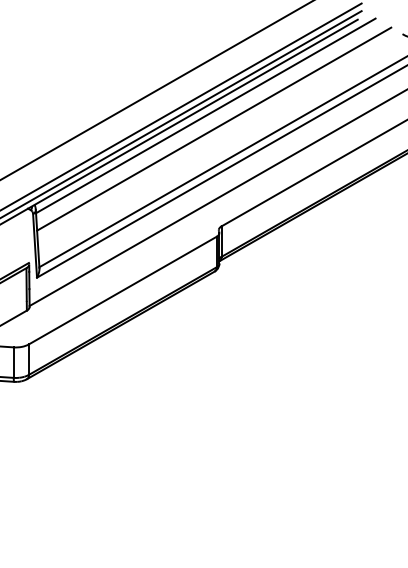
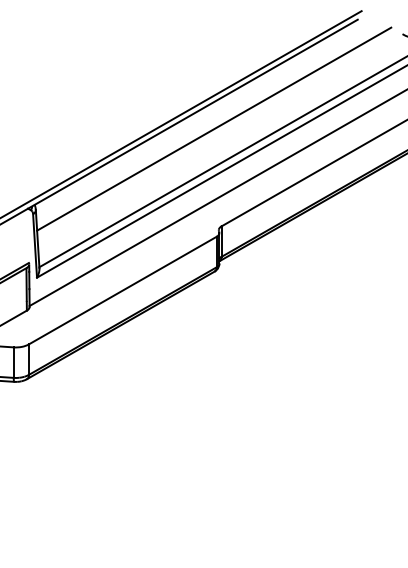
line at (156, 90): present -> none
line at (181, 106): present -> none
line at (205, 115): present -> none
